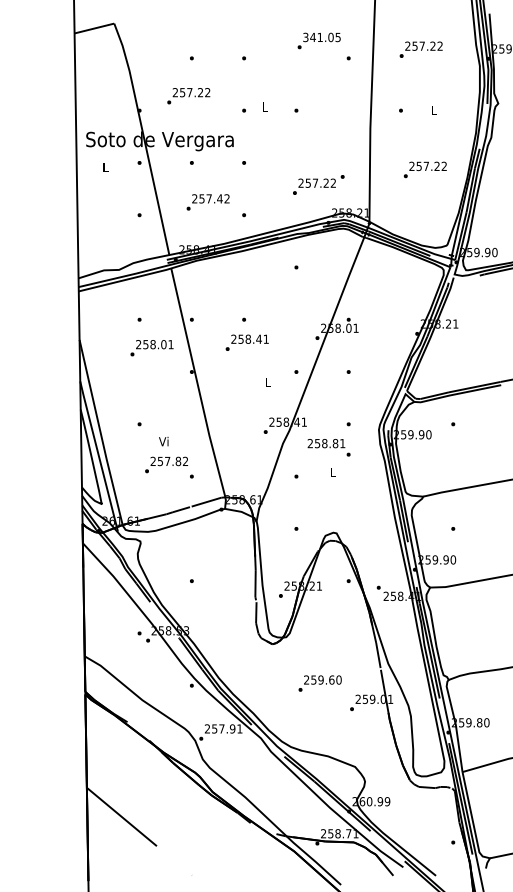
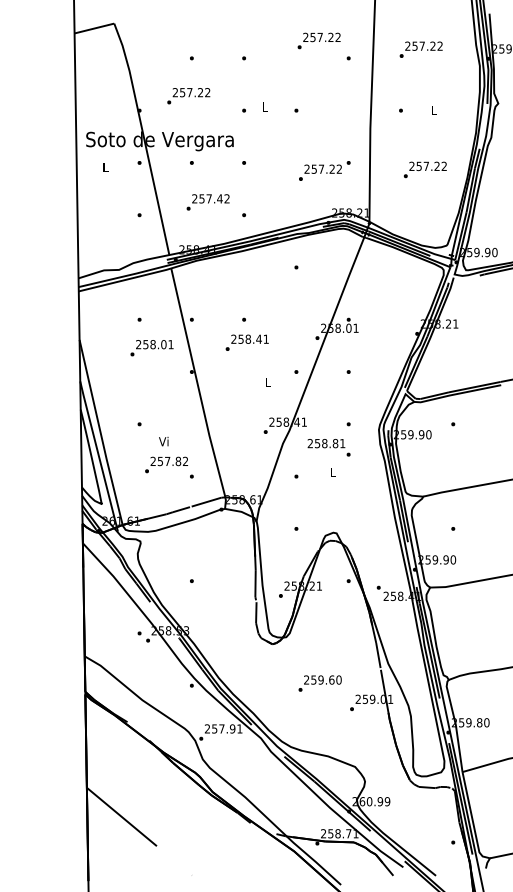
text at (321, 37): 341.05 -> 257.22
text at (318, 184) position: (318, 184) -> (324, 170)
